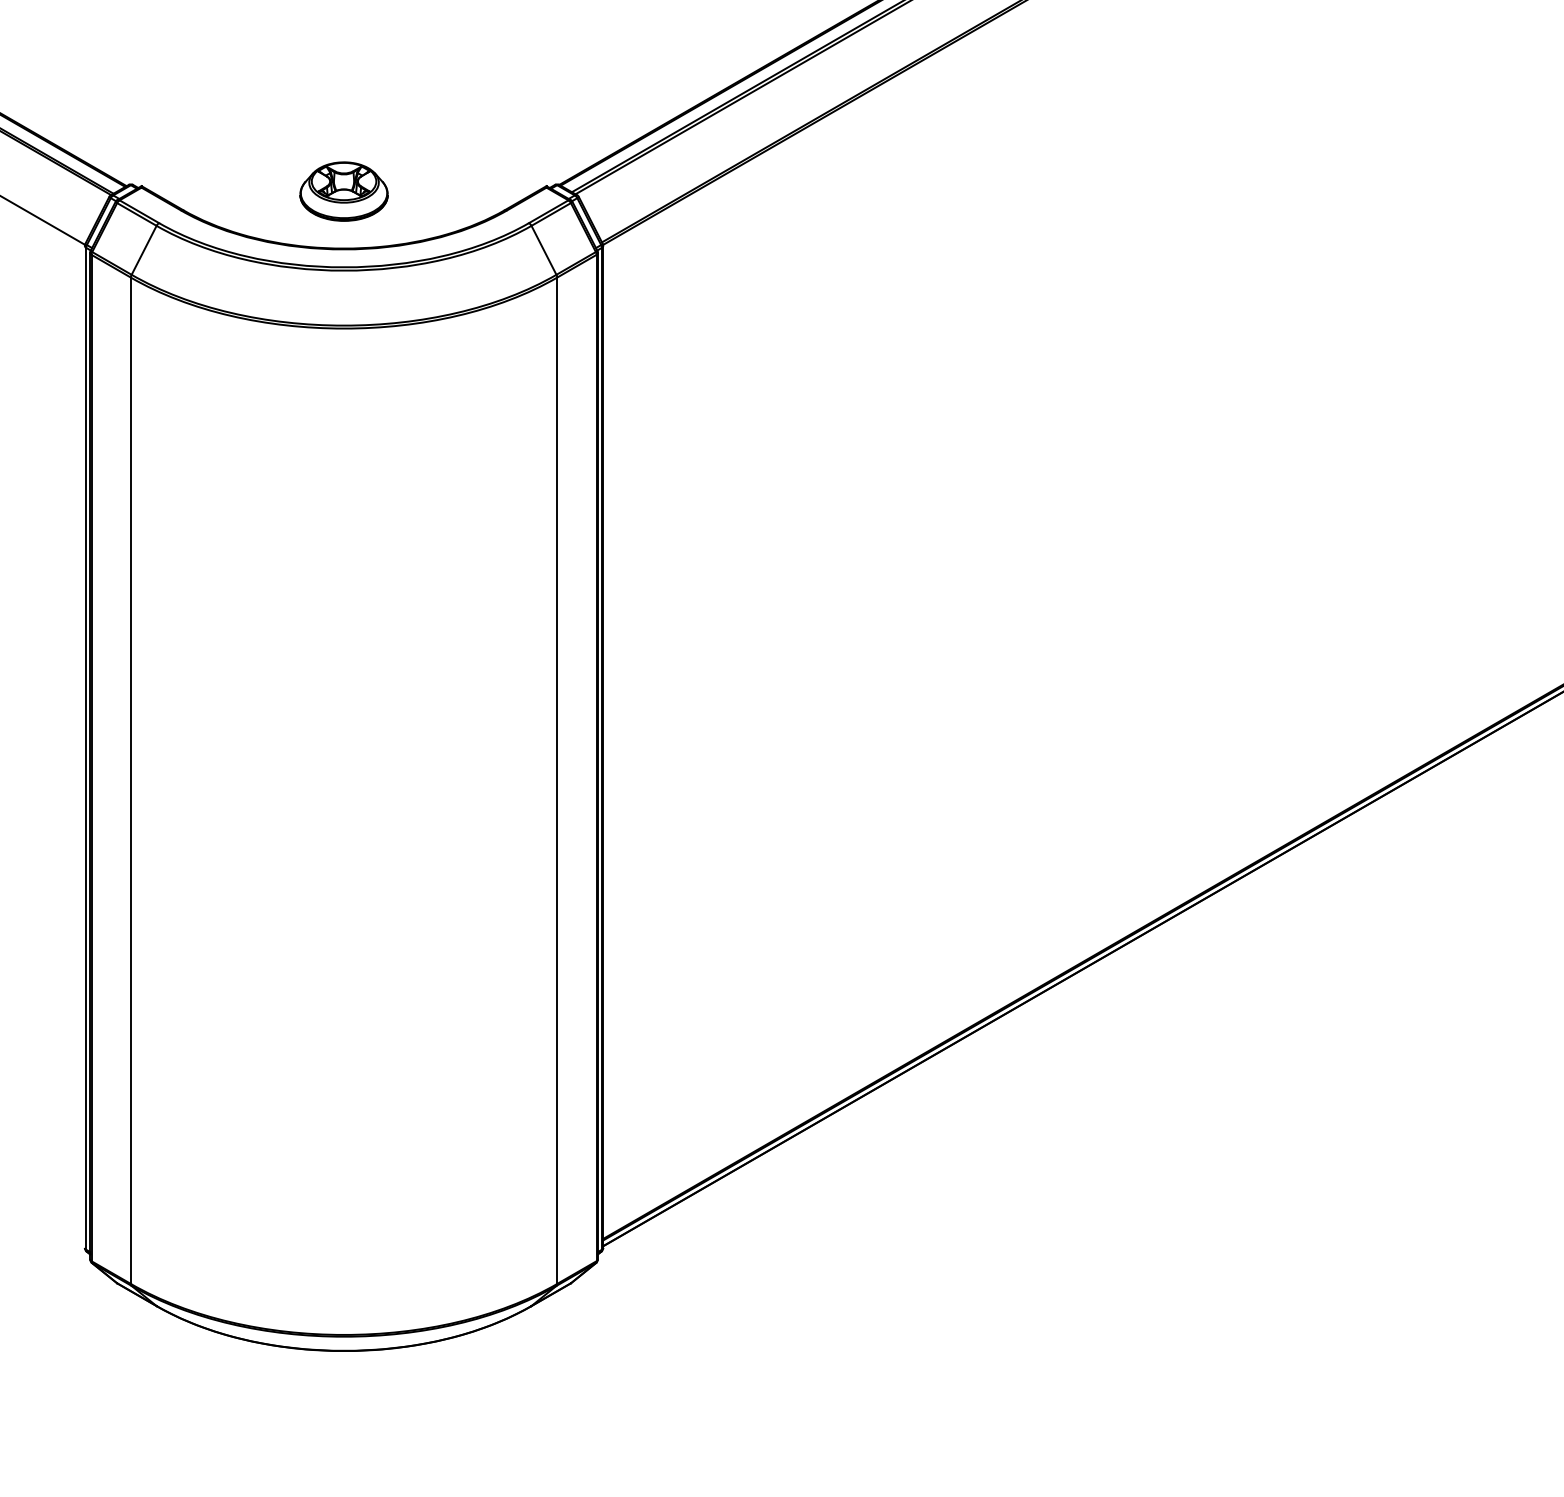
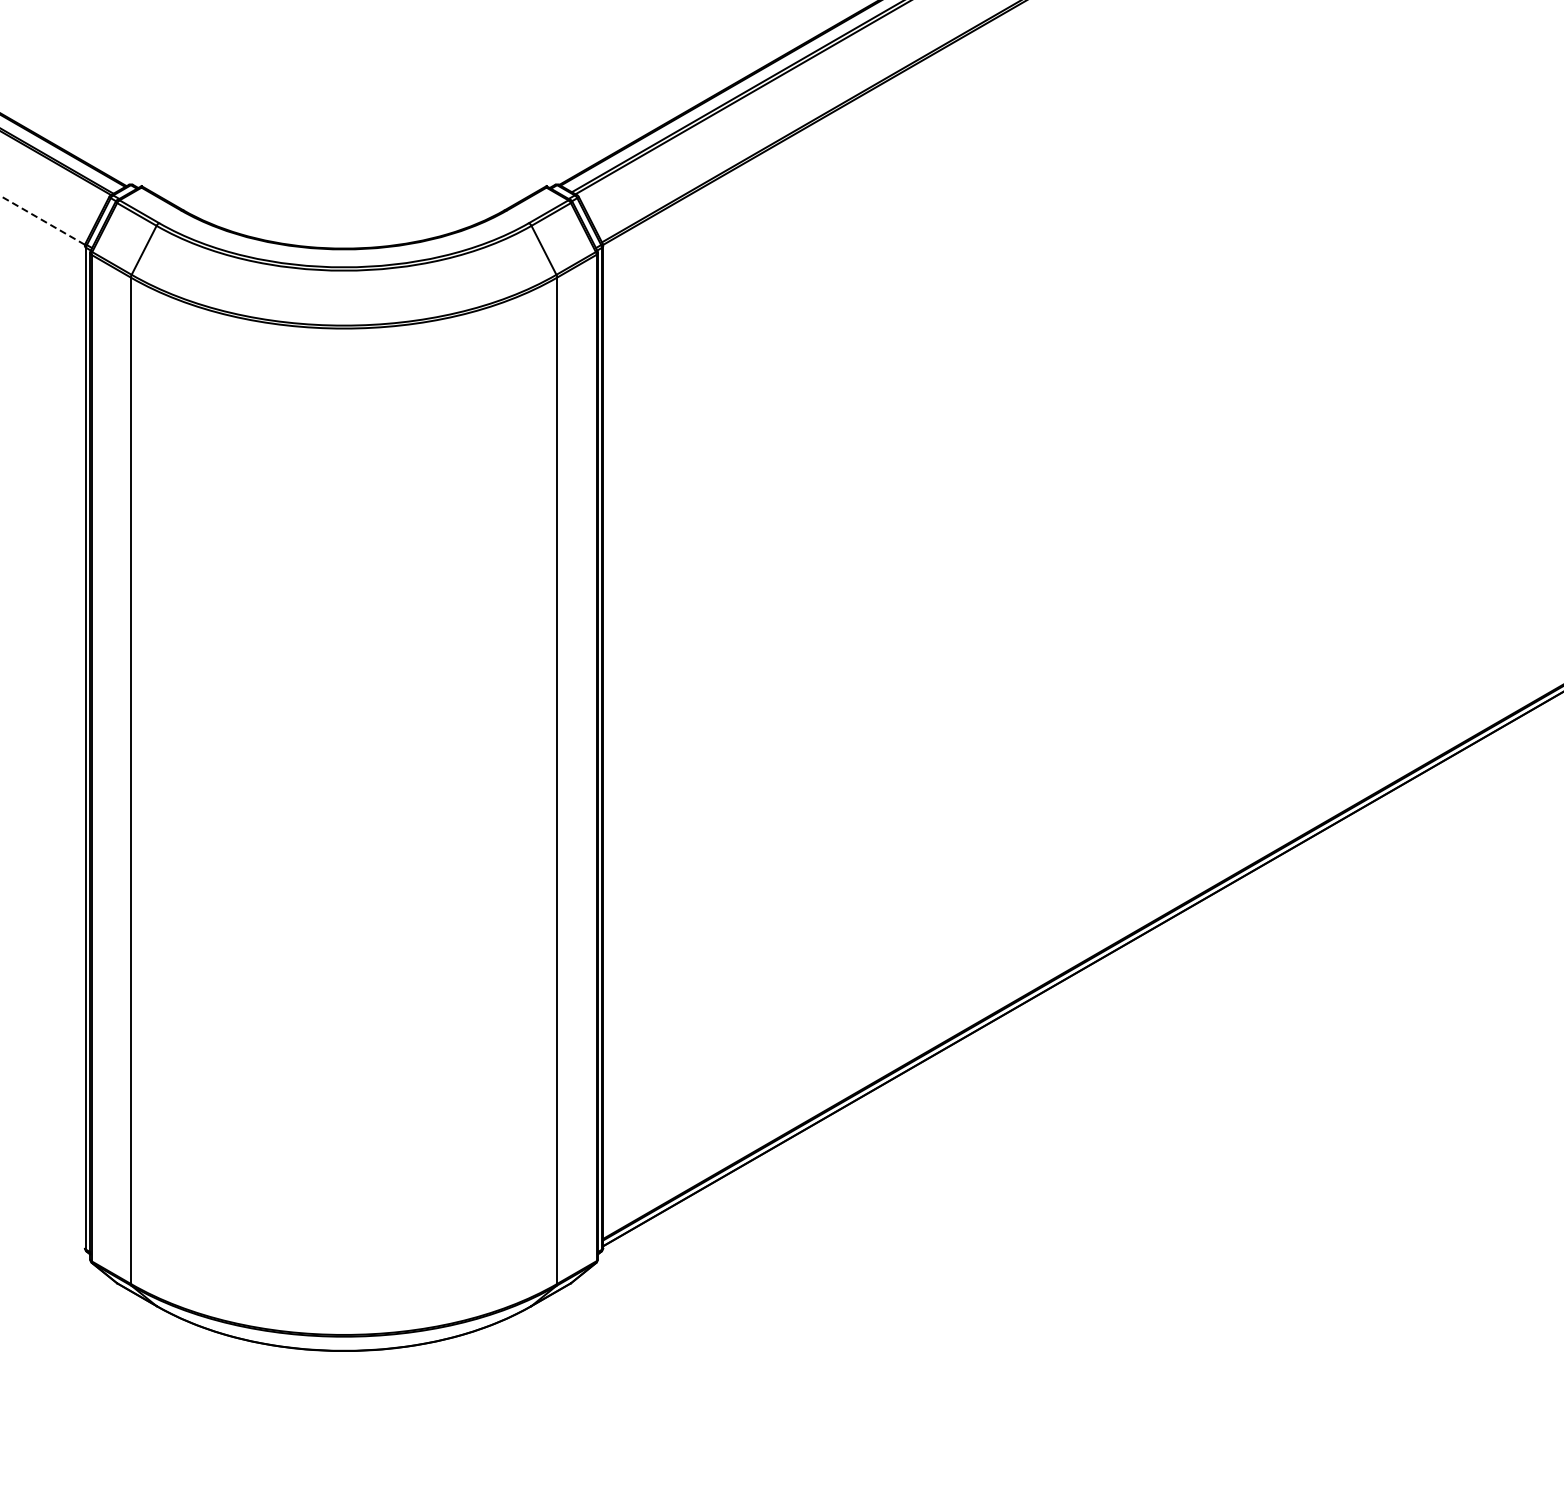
part at (343, 191): present -> none
line at (42, 220): solid -> dashed
